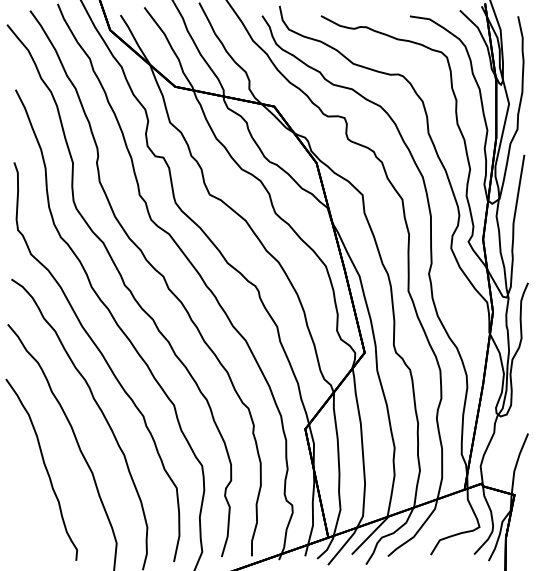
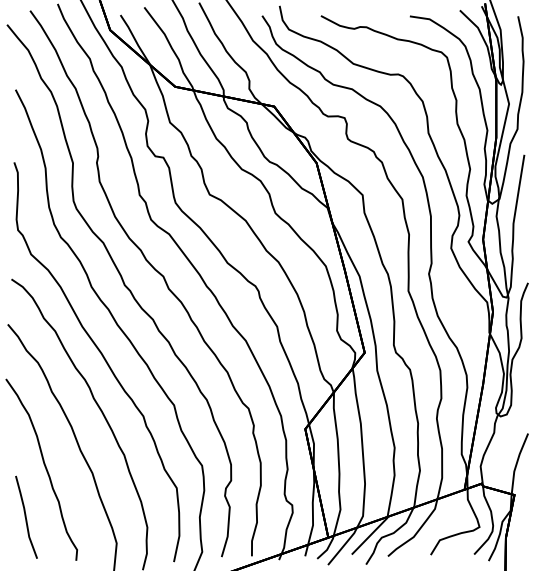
line at (26, 516): none -> present
